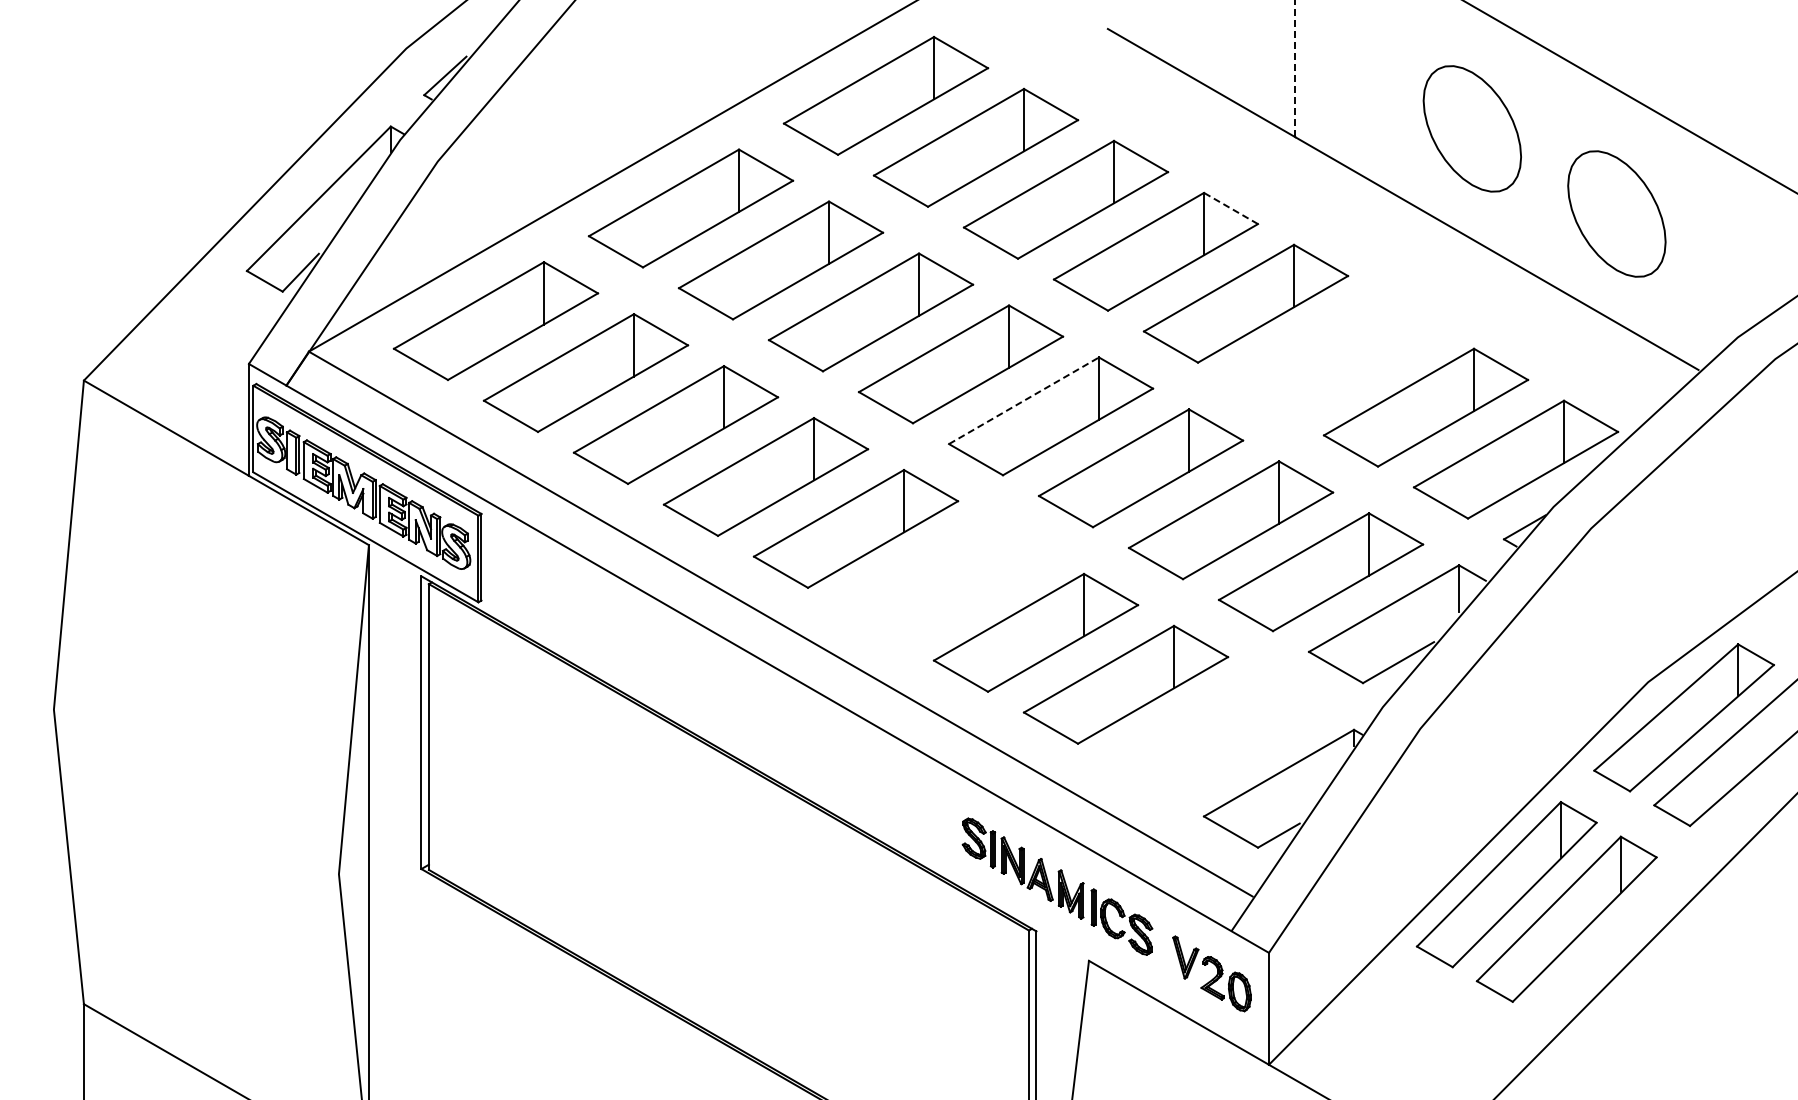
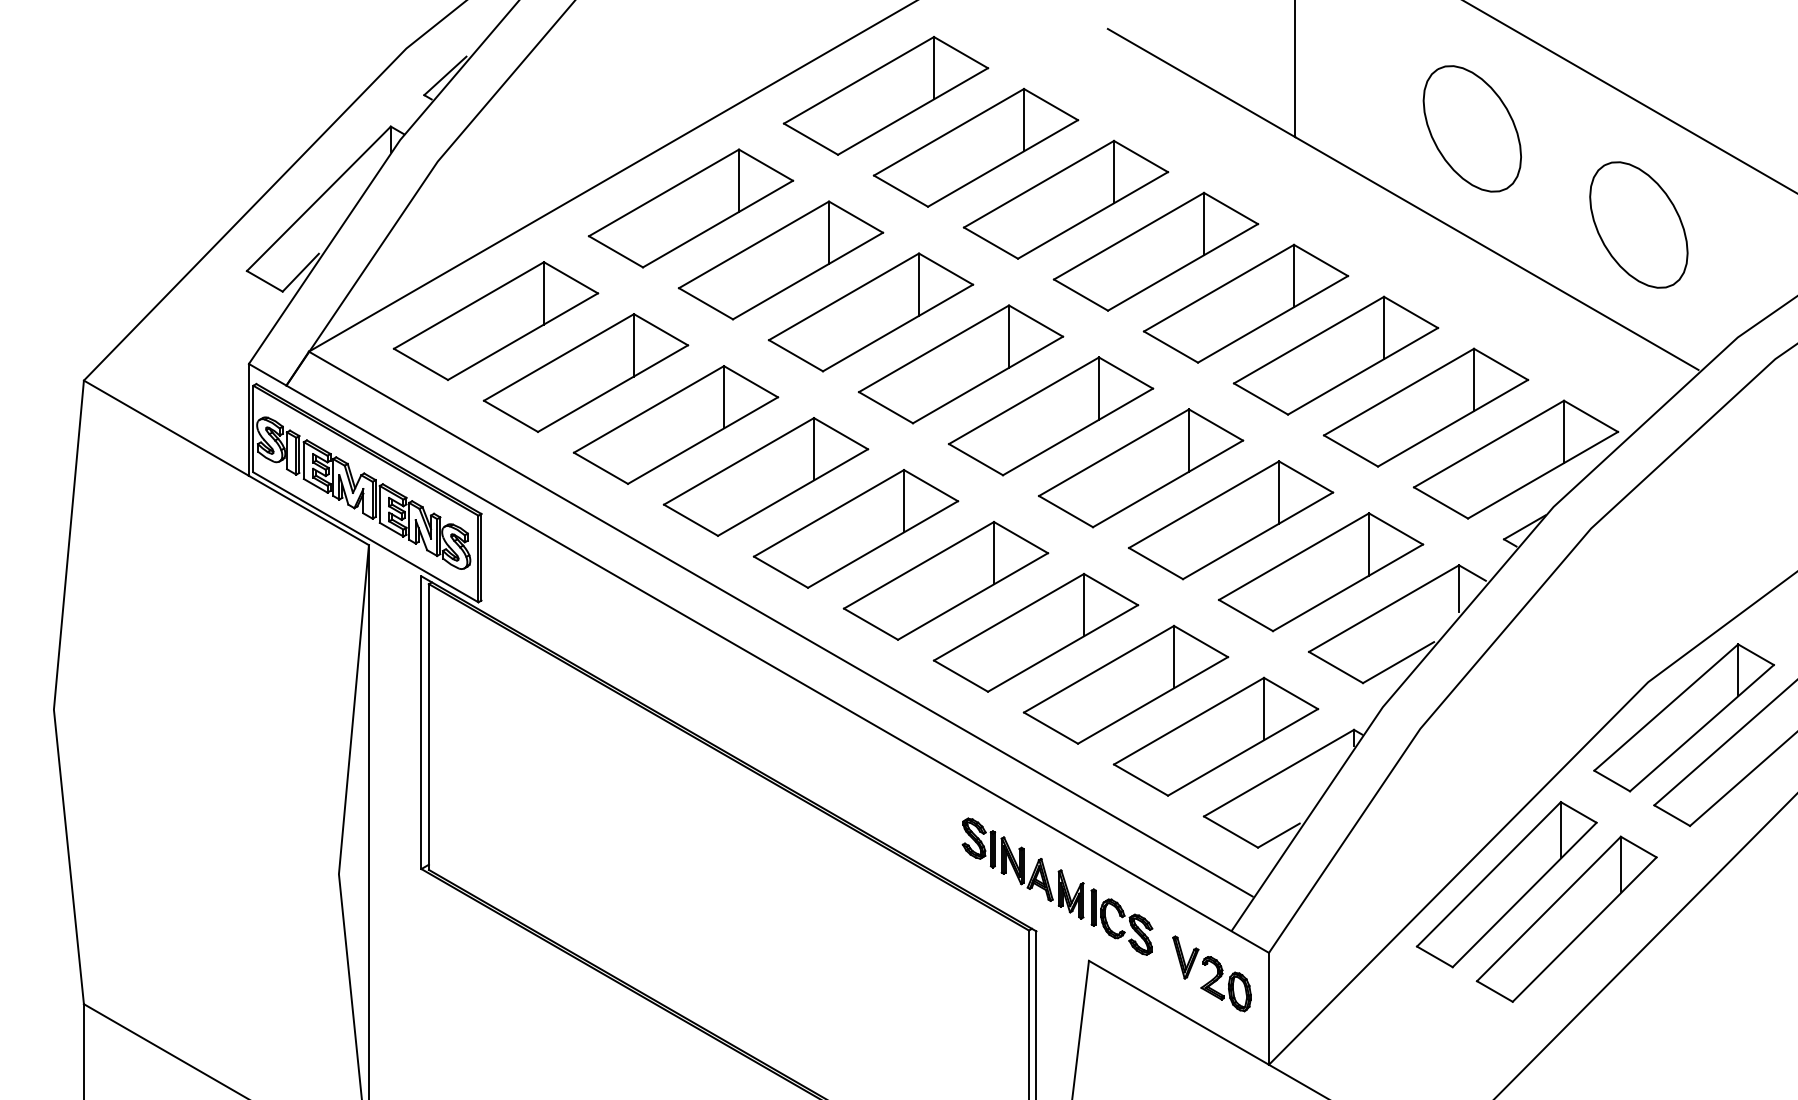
line at (1295, 68): dashed -> solid
line at (1230, 208): dashed -> solid
part at (1616, 213) position: (1616, 213) -> (1638, 224)
part at (1335, 355): none -> present
line at (1024, 400): dashed -> solid
part at (945, 580): none -> present
part at (1215, 736): none -> present
